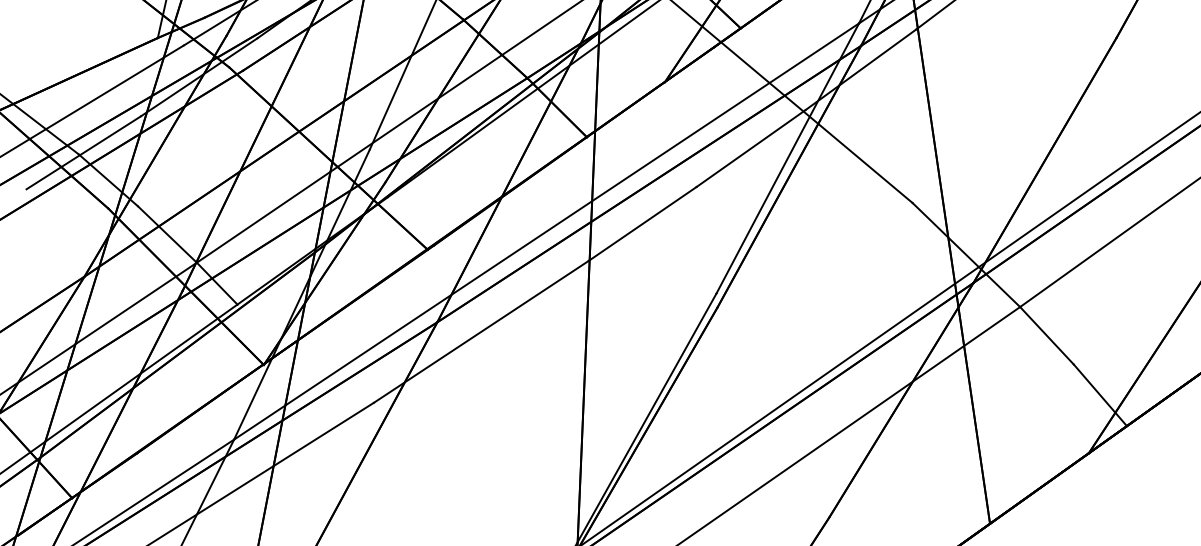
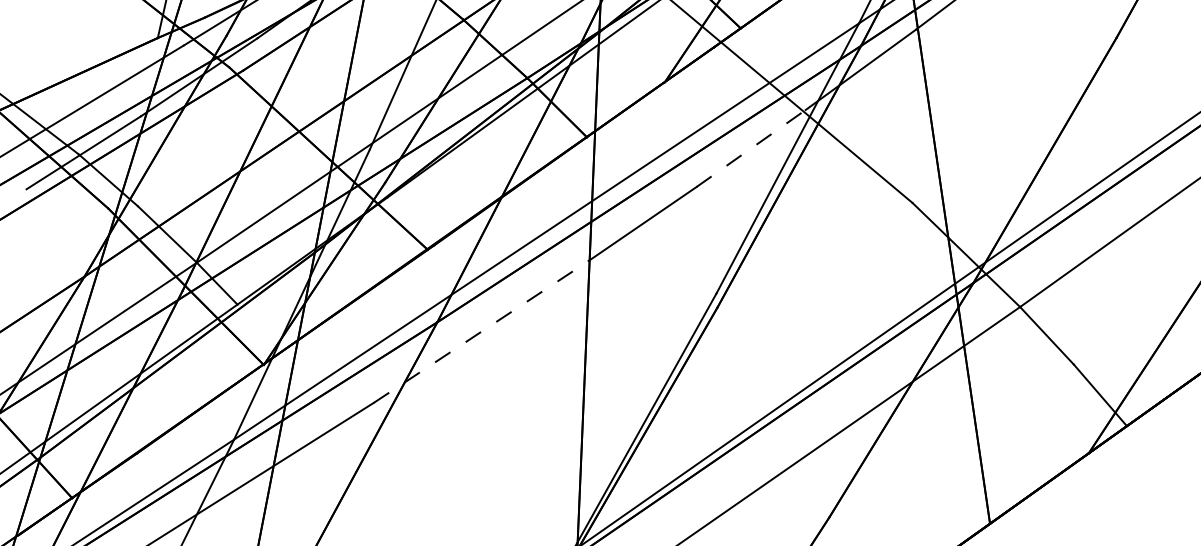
line at (751, 148): solid -> dashed
line at (481, 331): solid -> dashed
